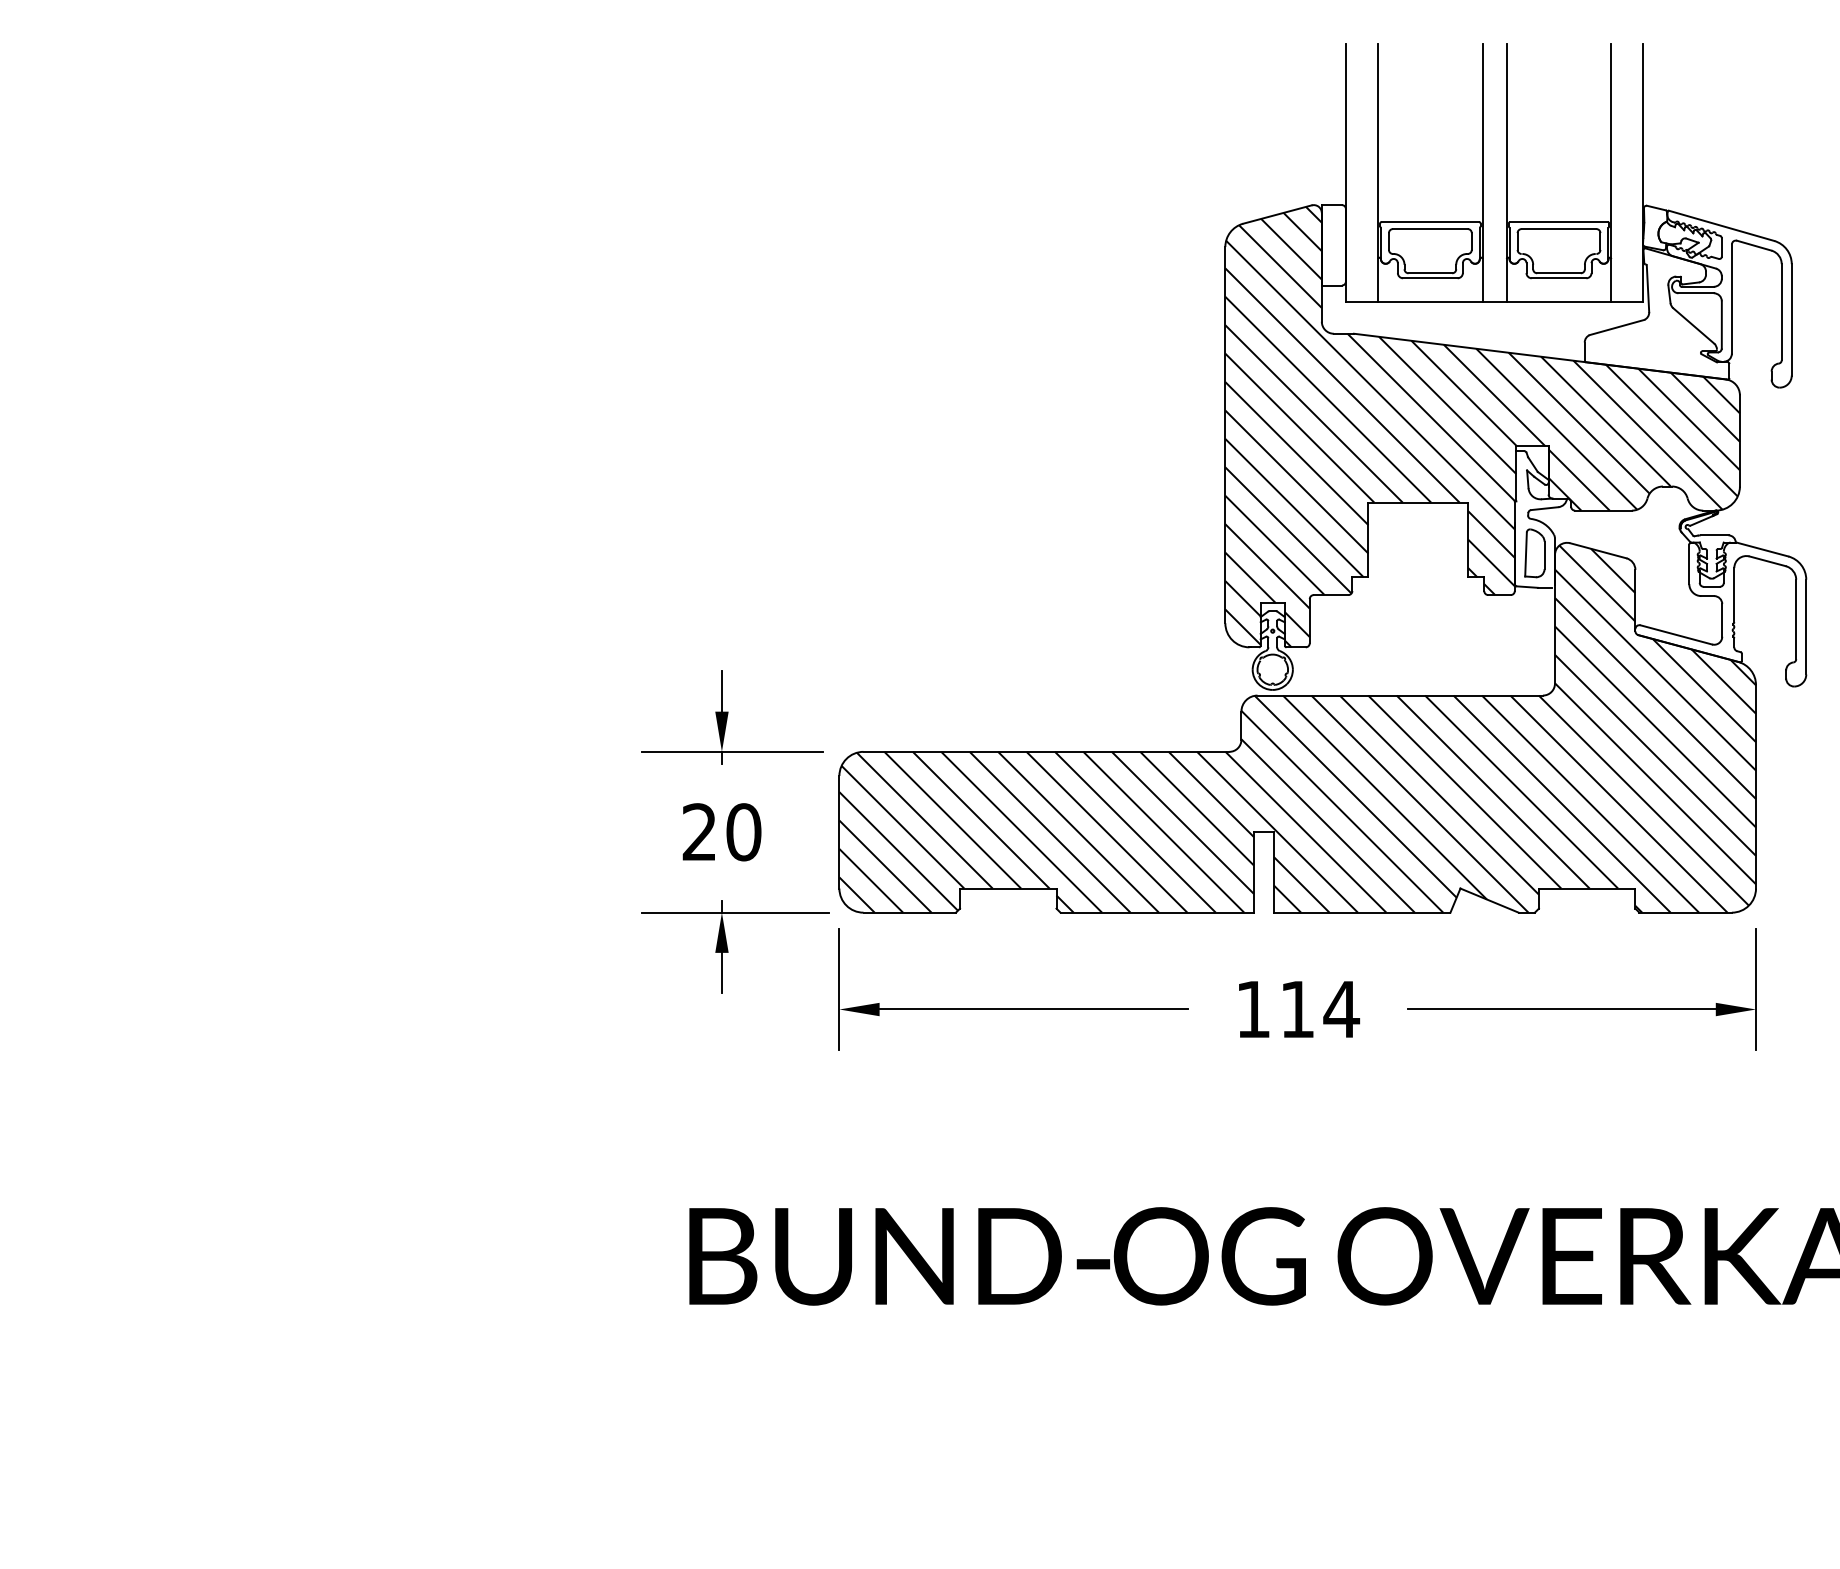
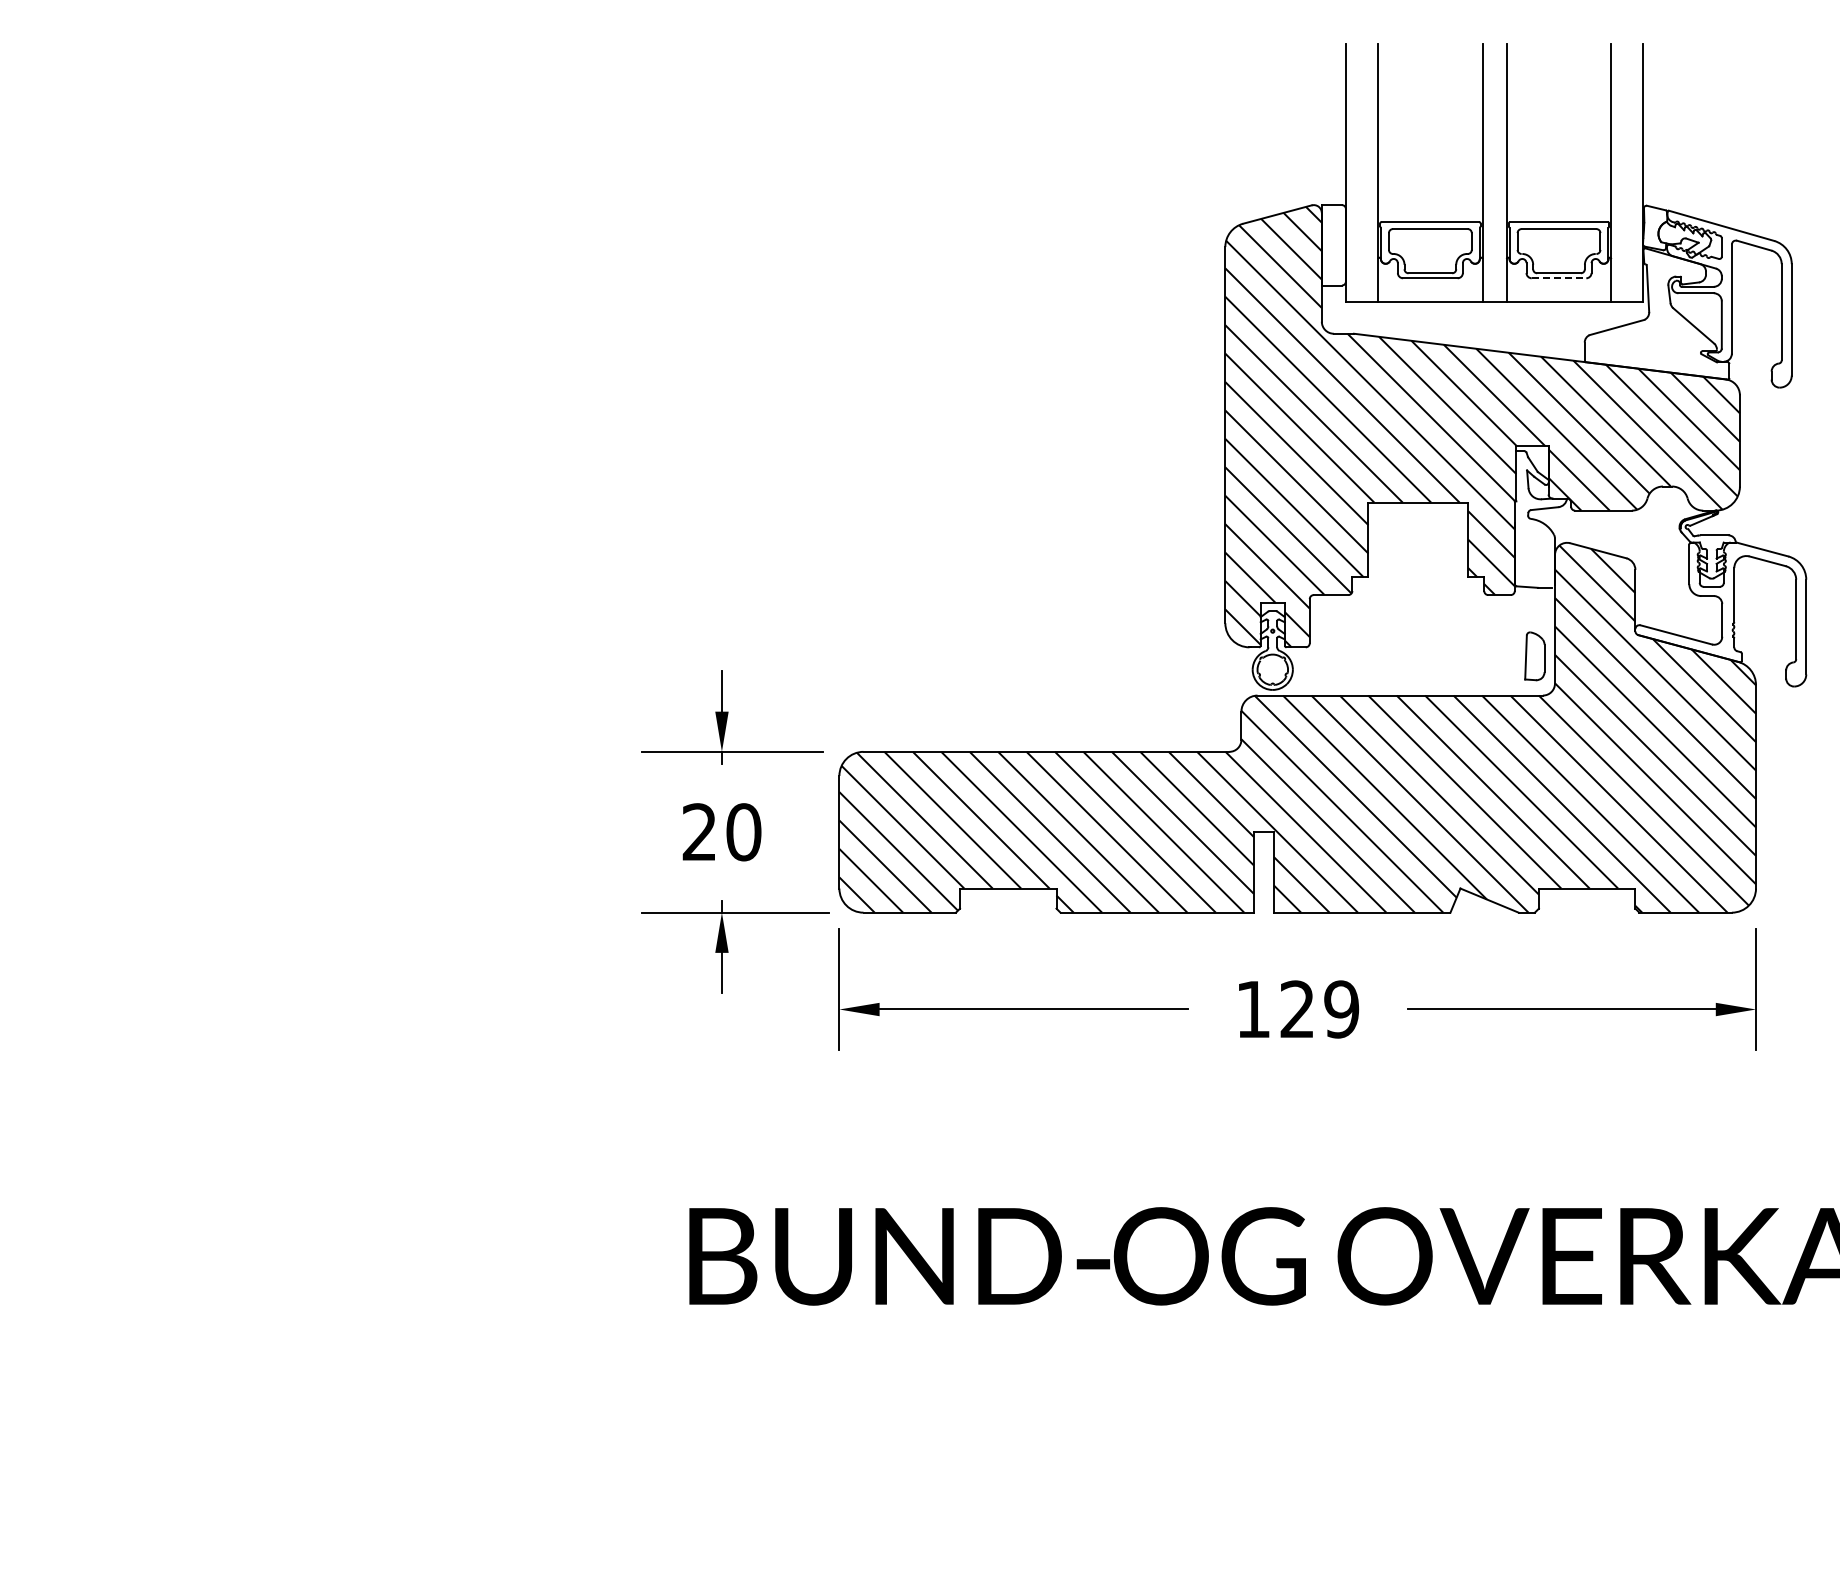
line at (1559, 278): solid -> dashed
part at (1534, 553) position: (1534, 553) -> (1534, 656)
text at (1320, 1009): 114 -> 129
